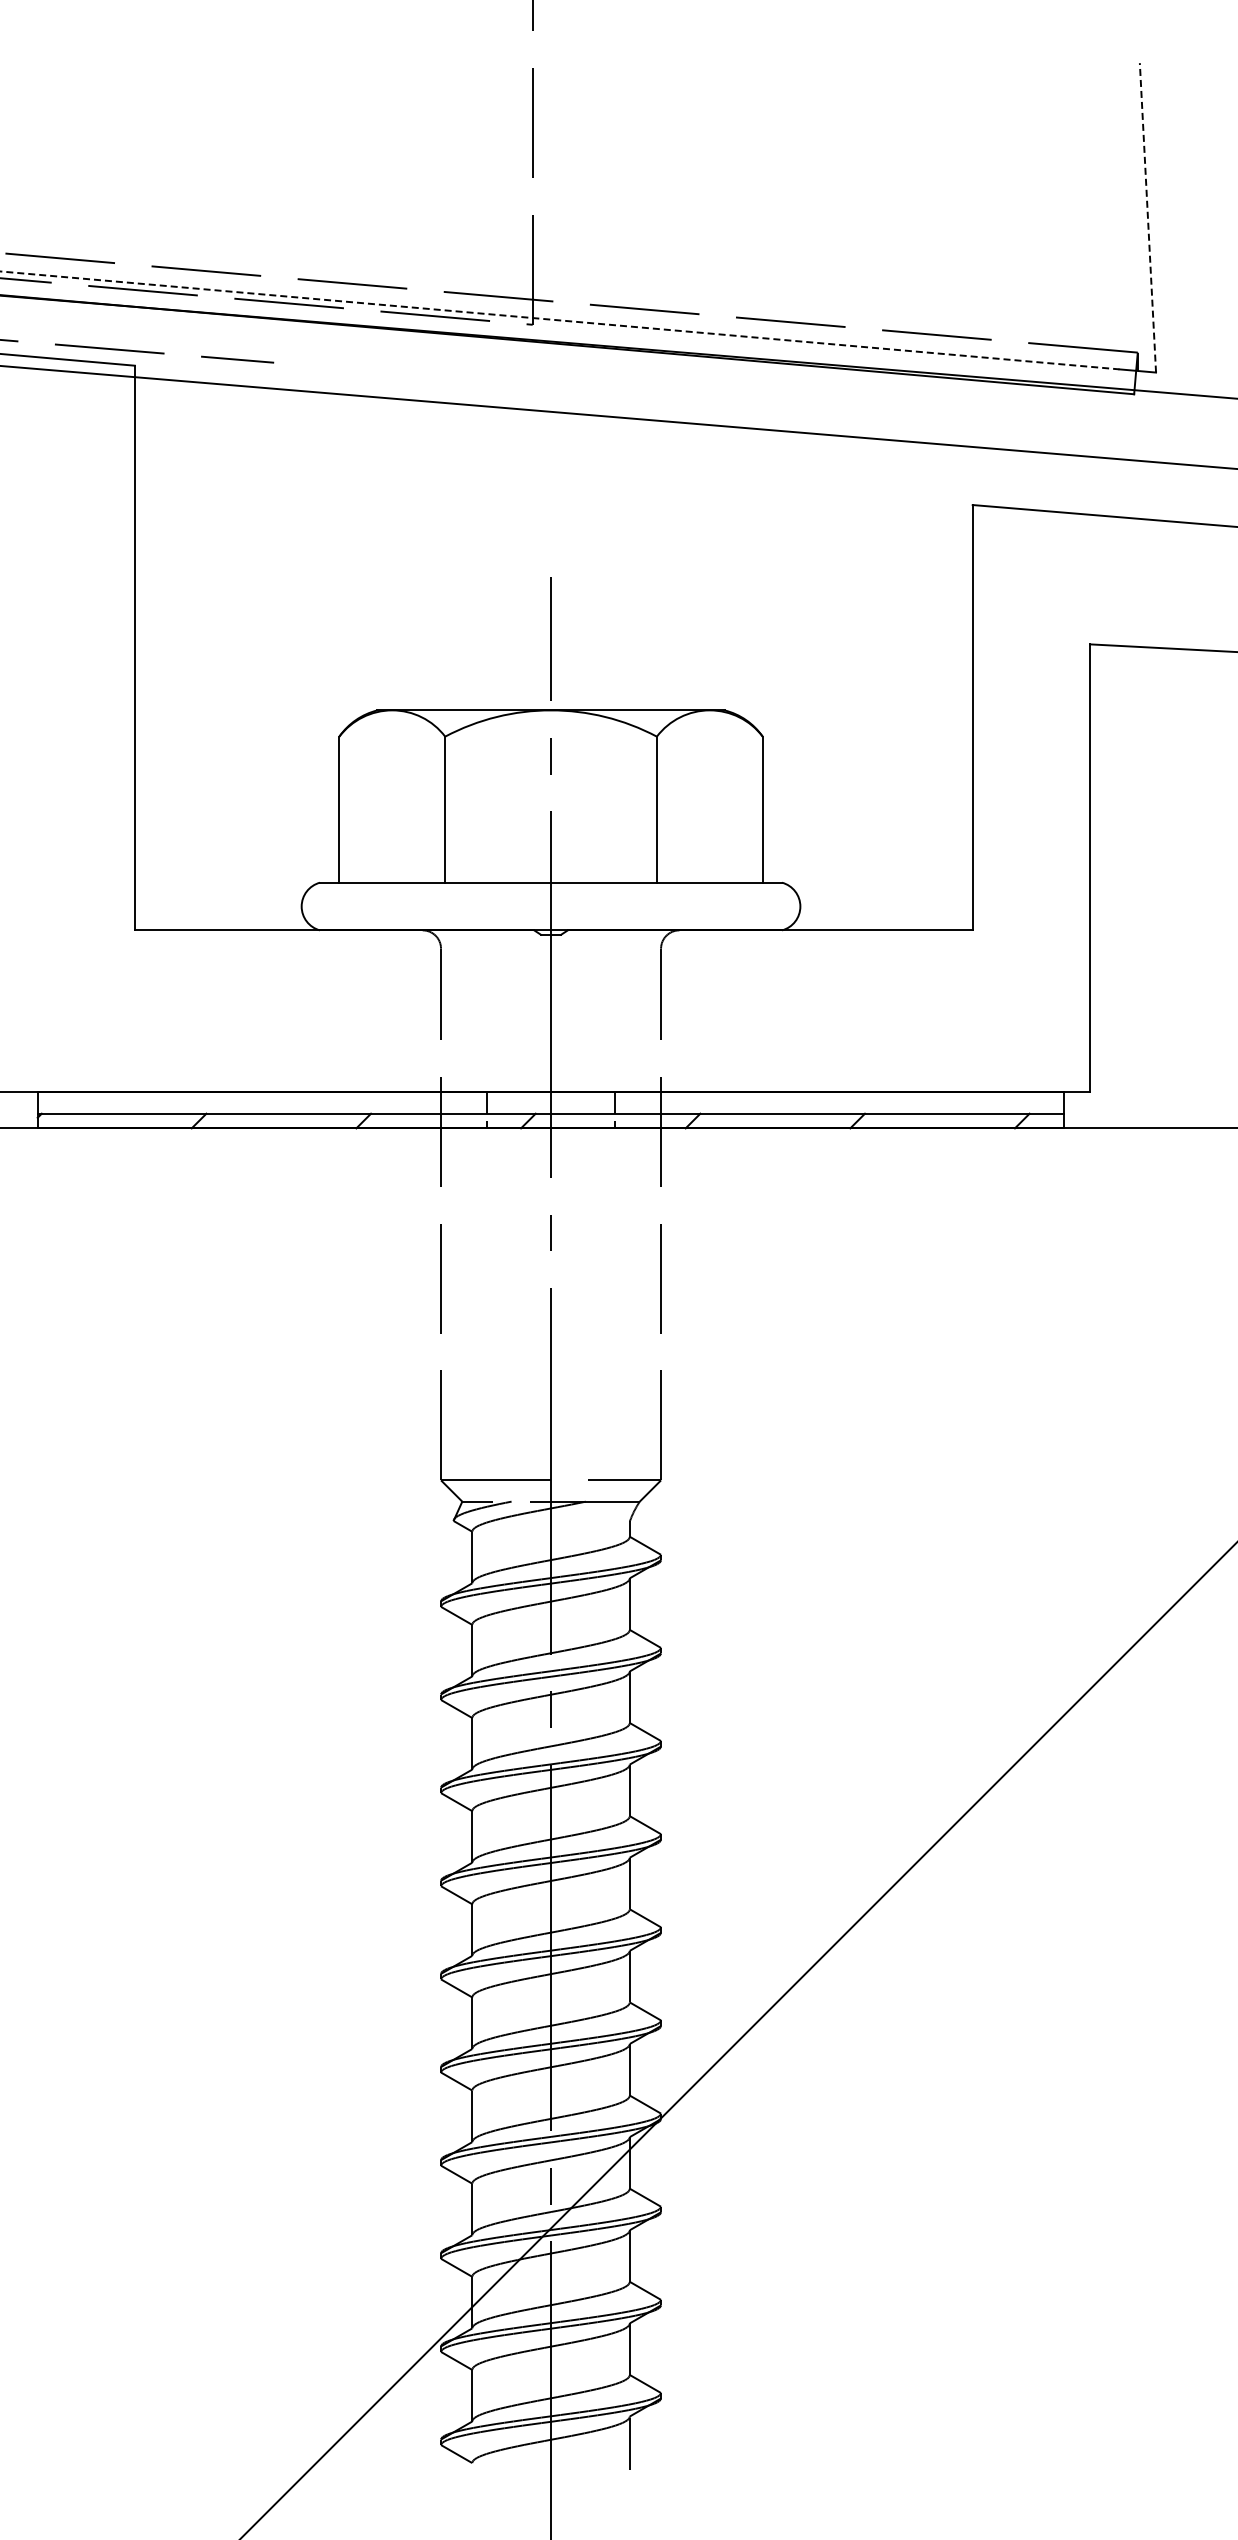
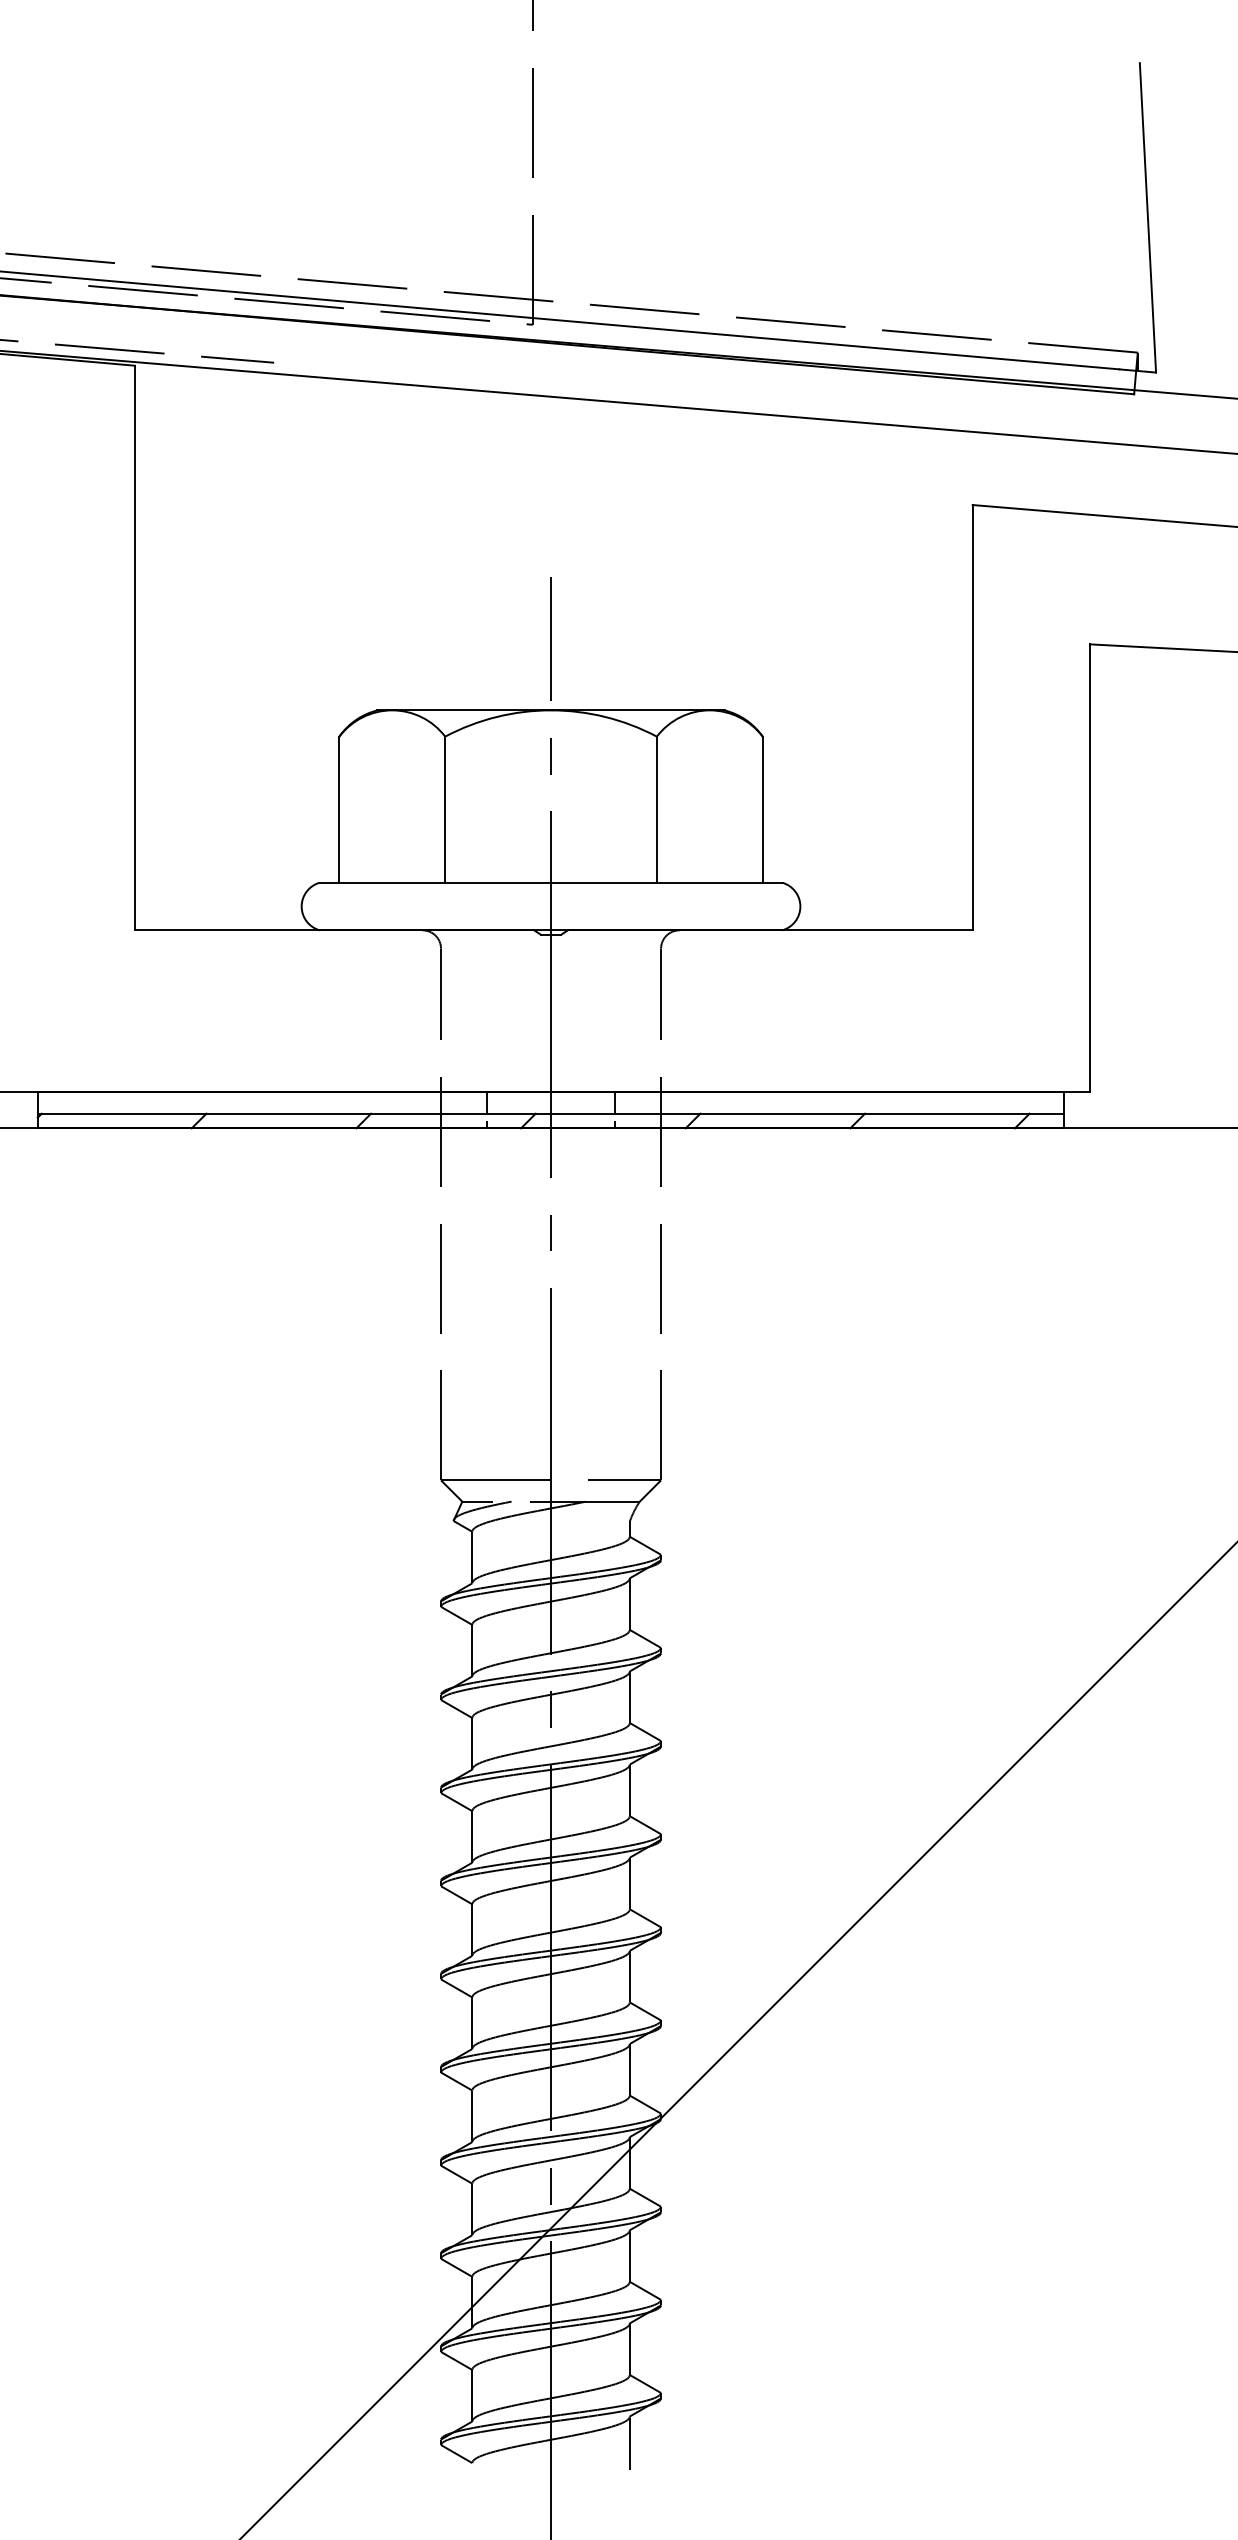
line at (1147, 217): dashed -> solid
line at (560, 320): dashed -> solid
line at (618, 417) position: (618, 417) -> (618, 402)
